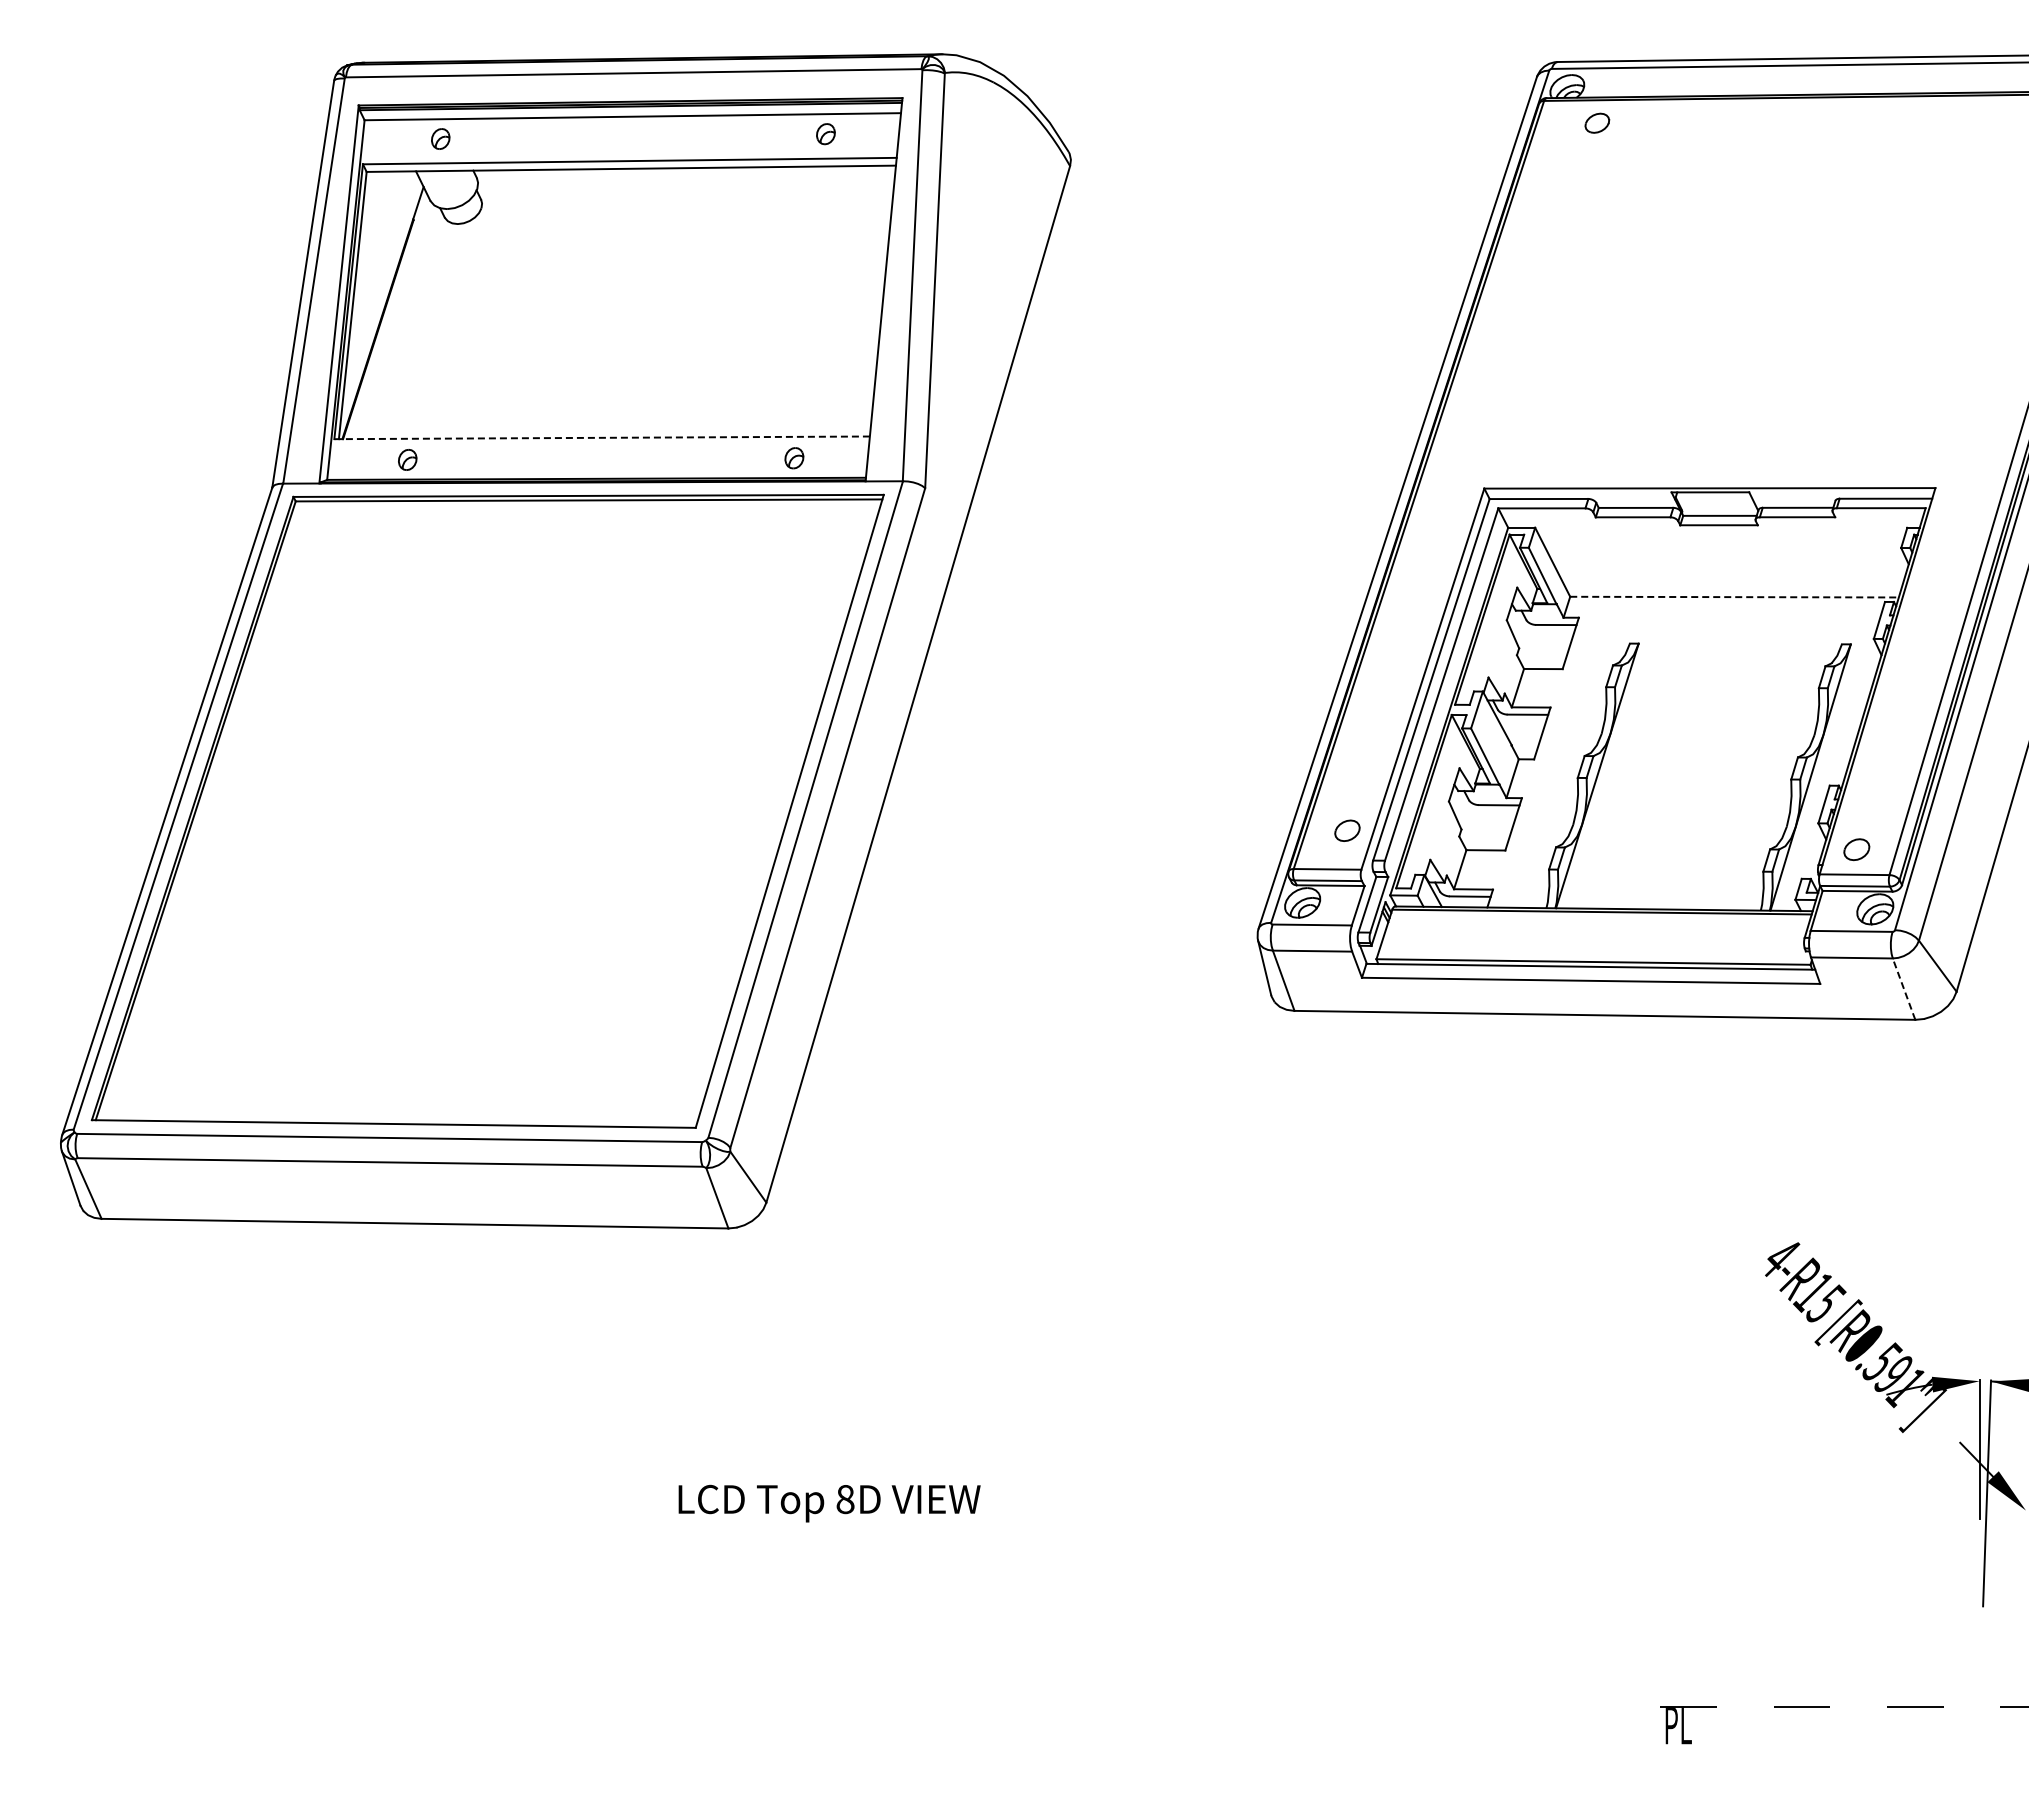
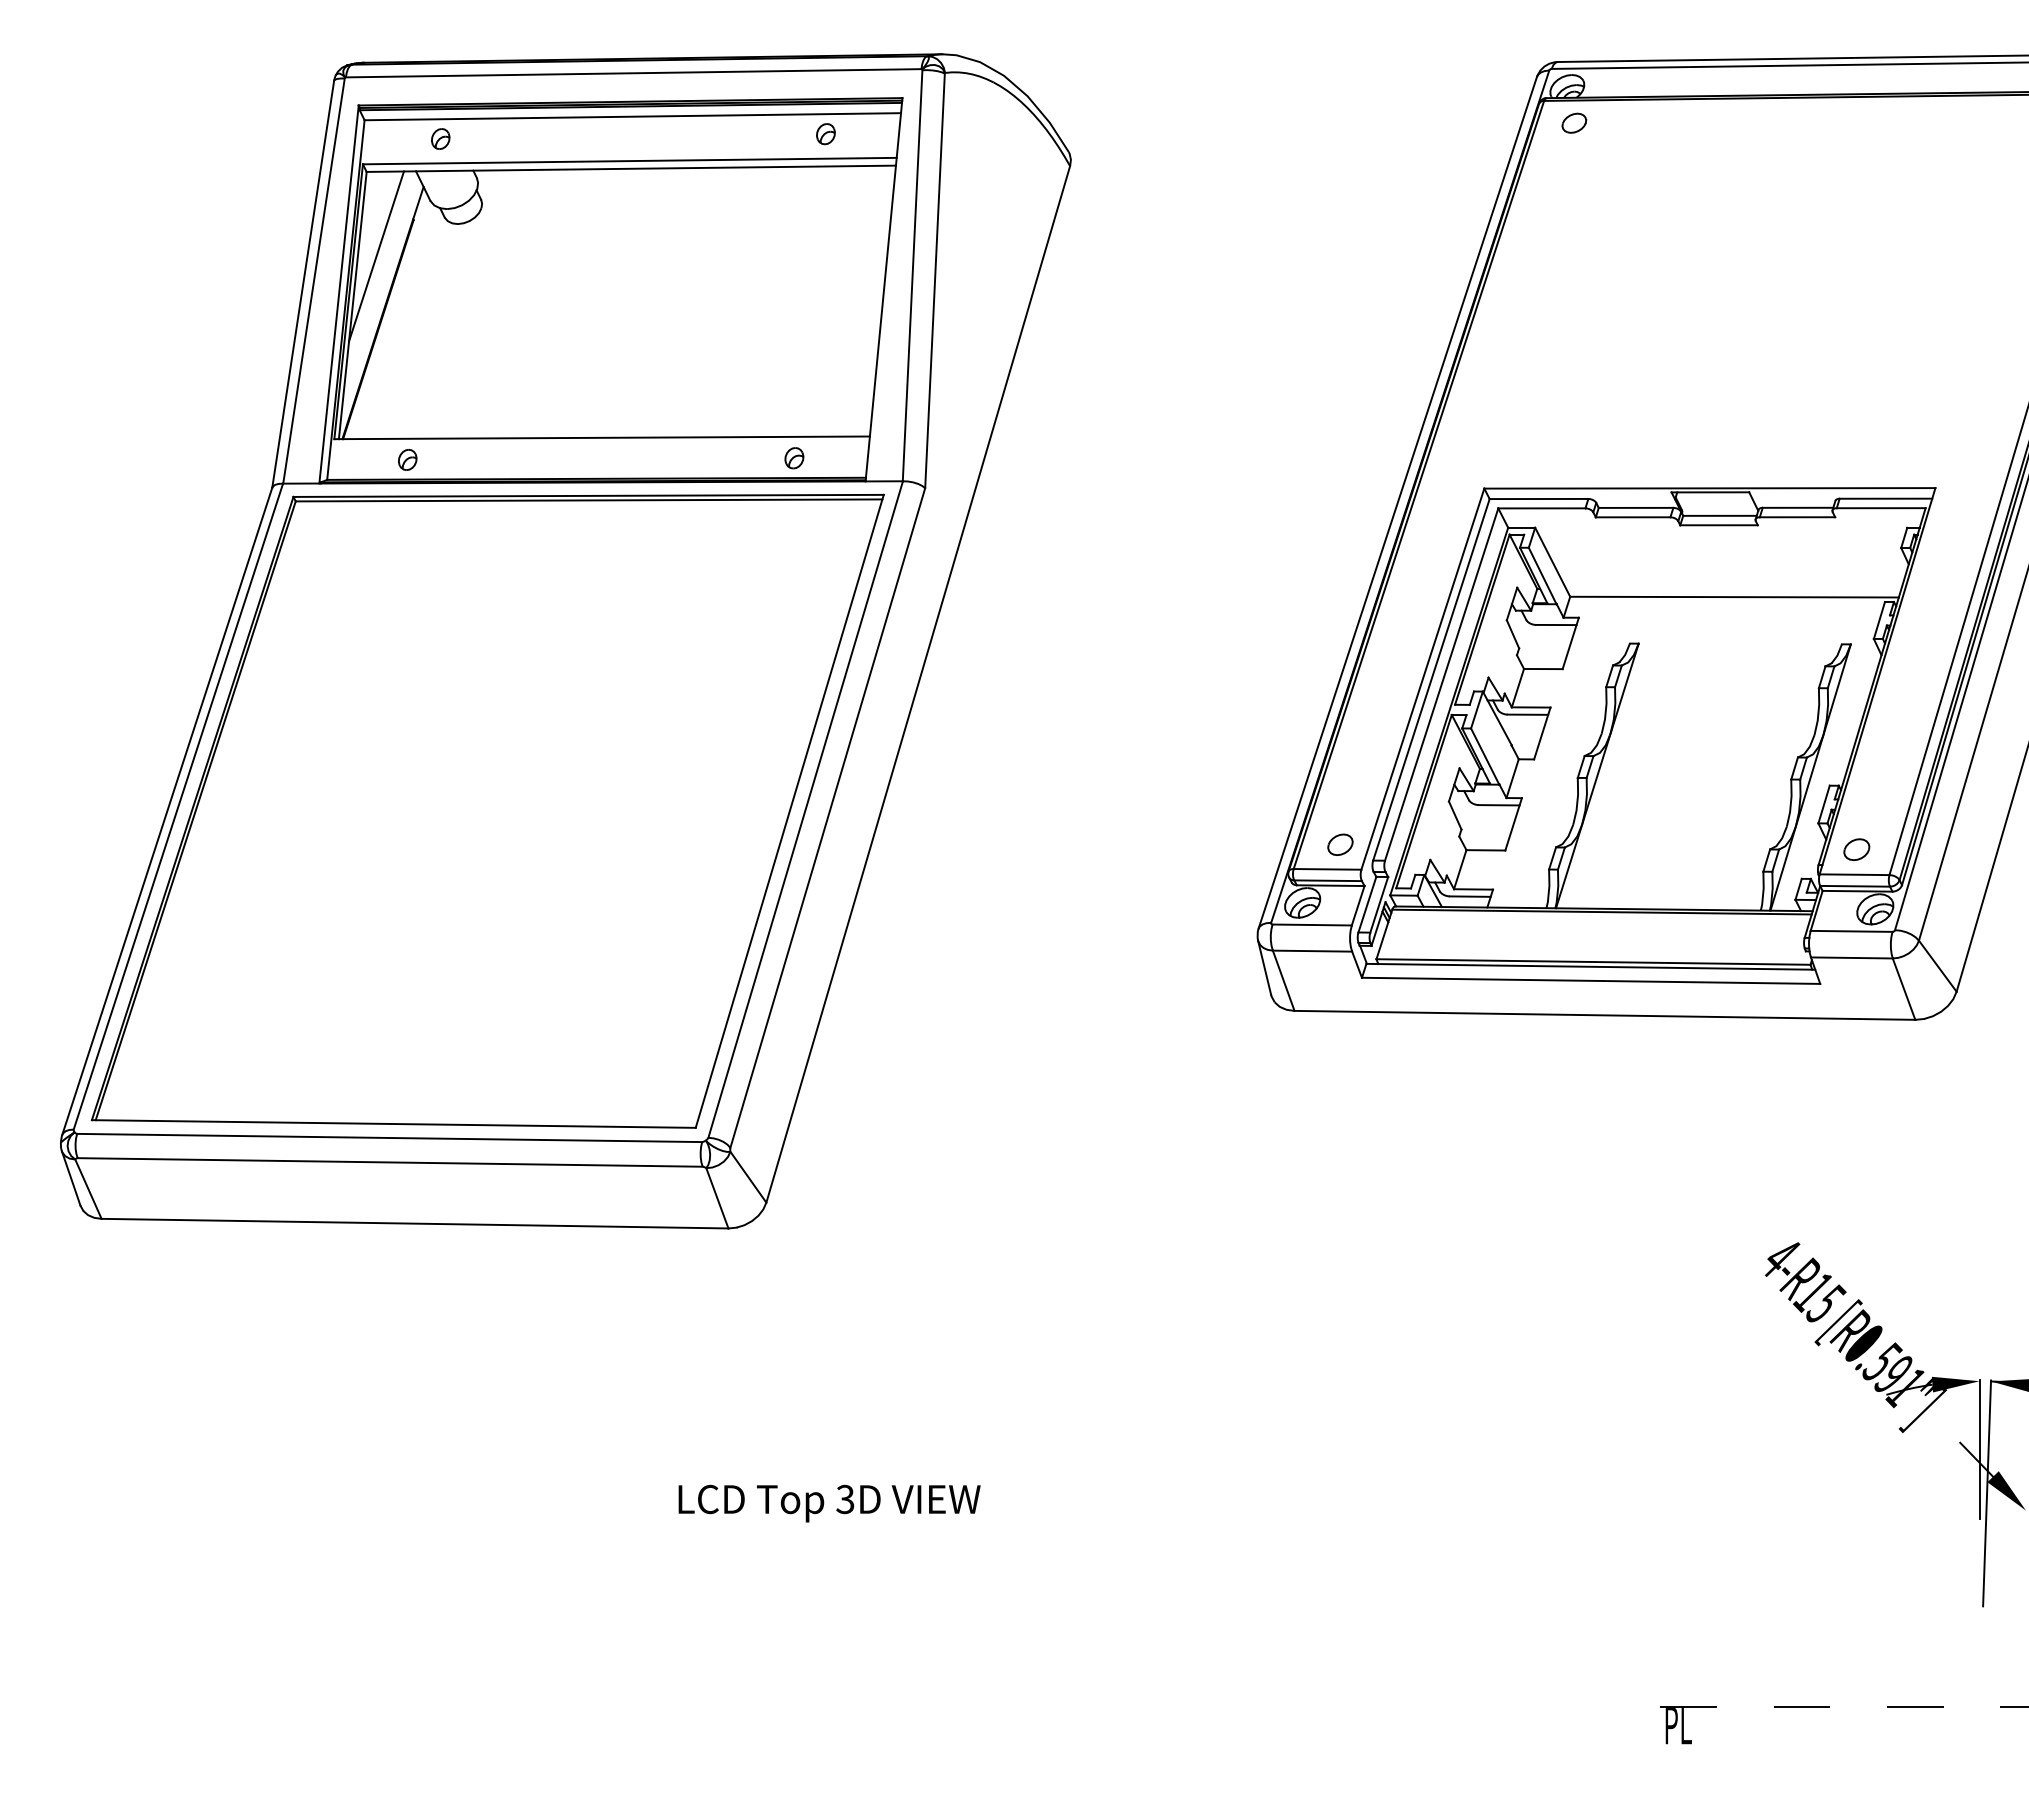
part at (1597, 122) position: (1597, 122) -> (1574, 122)
line at (376, 256): none -> present
line at (602, 437): dashed -> solid
line at (1735, 597): dashed -> solid
part at (1347, 830) position: (1347, 830) -> (1340, 844)
line at (1904, 989): dashed -> solid
text at (845, 1498): 8D -> 3D
